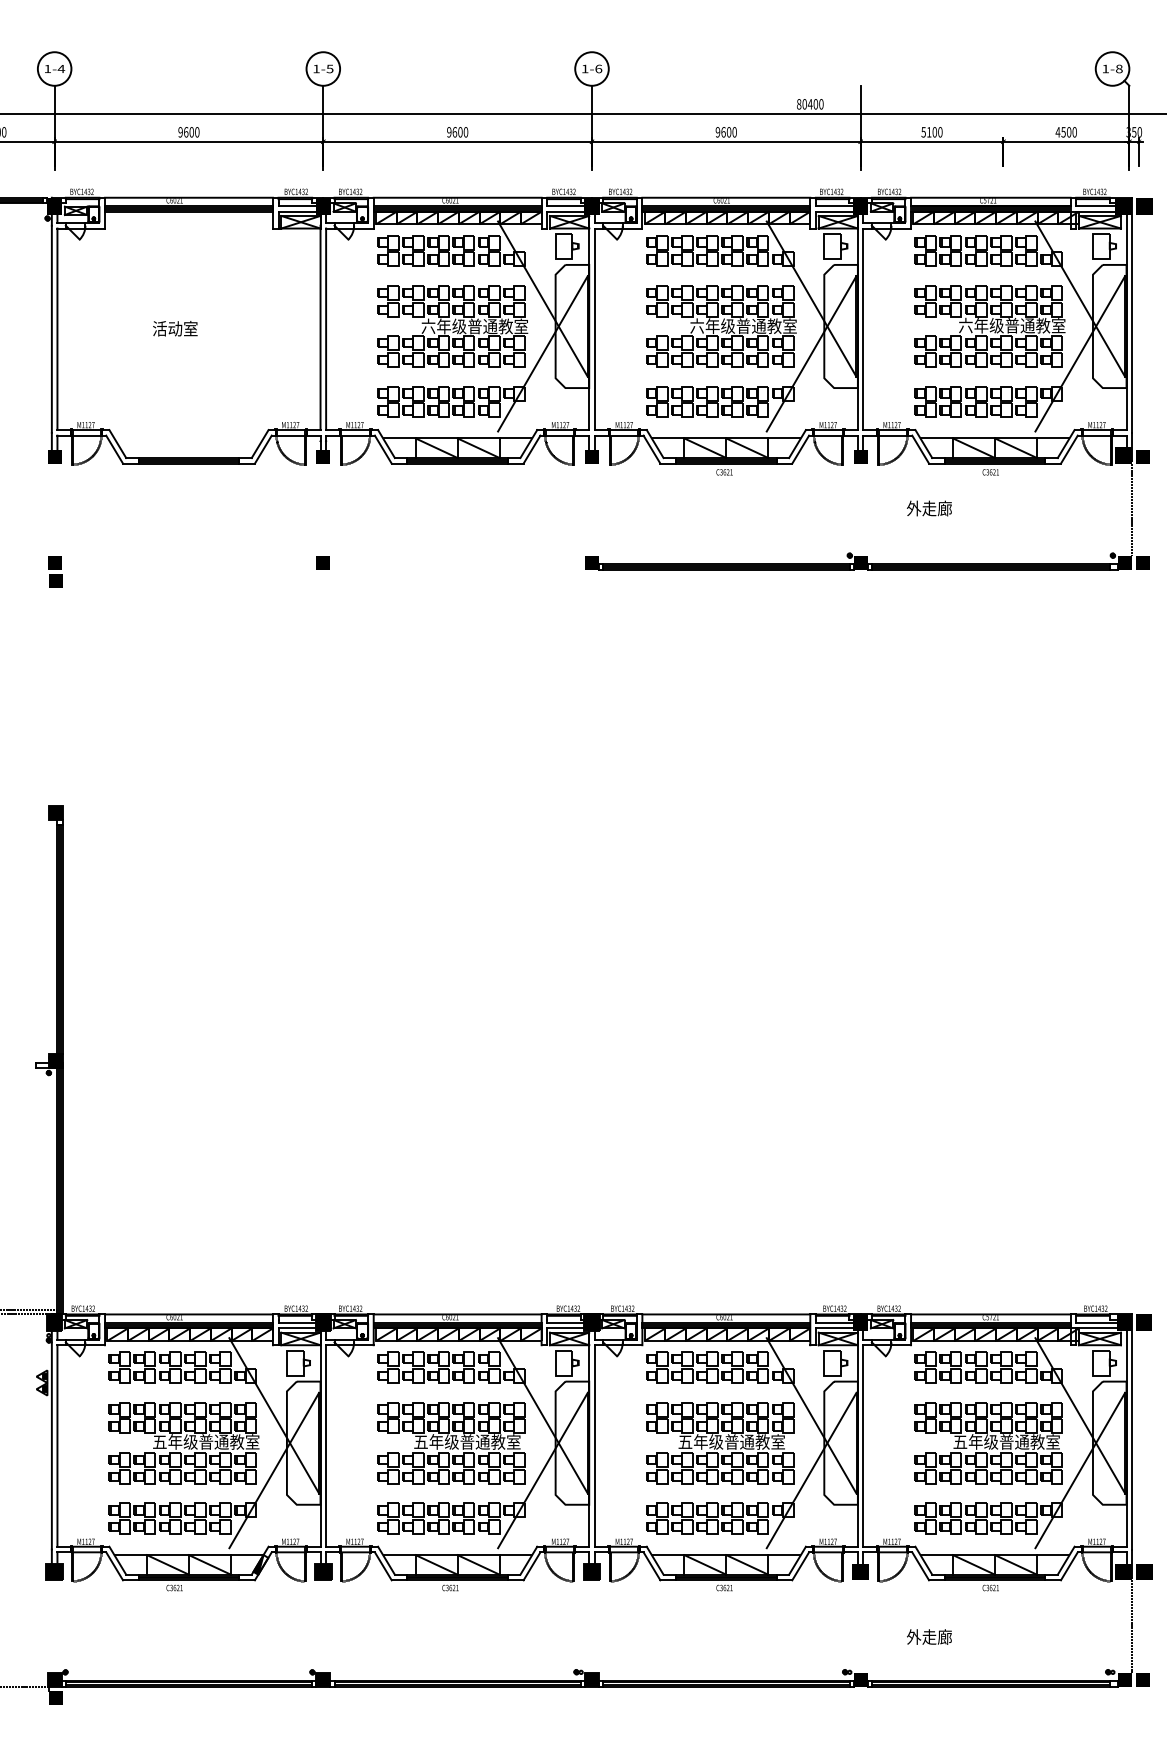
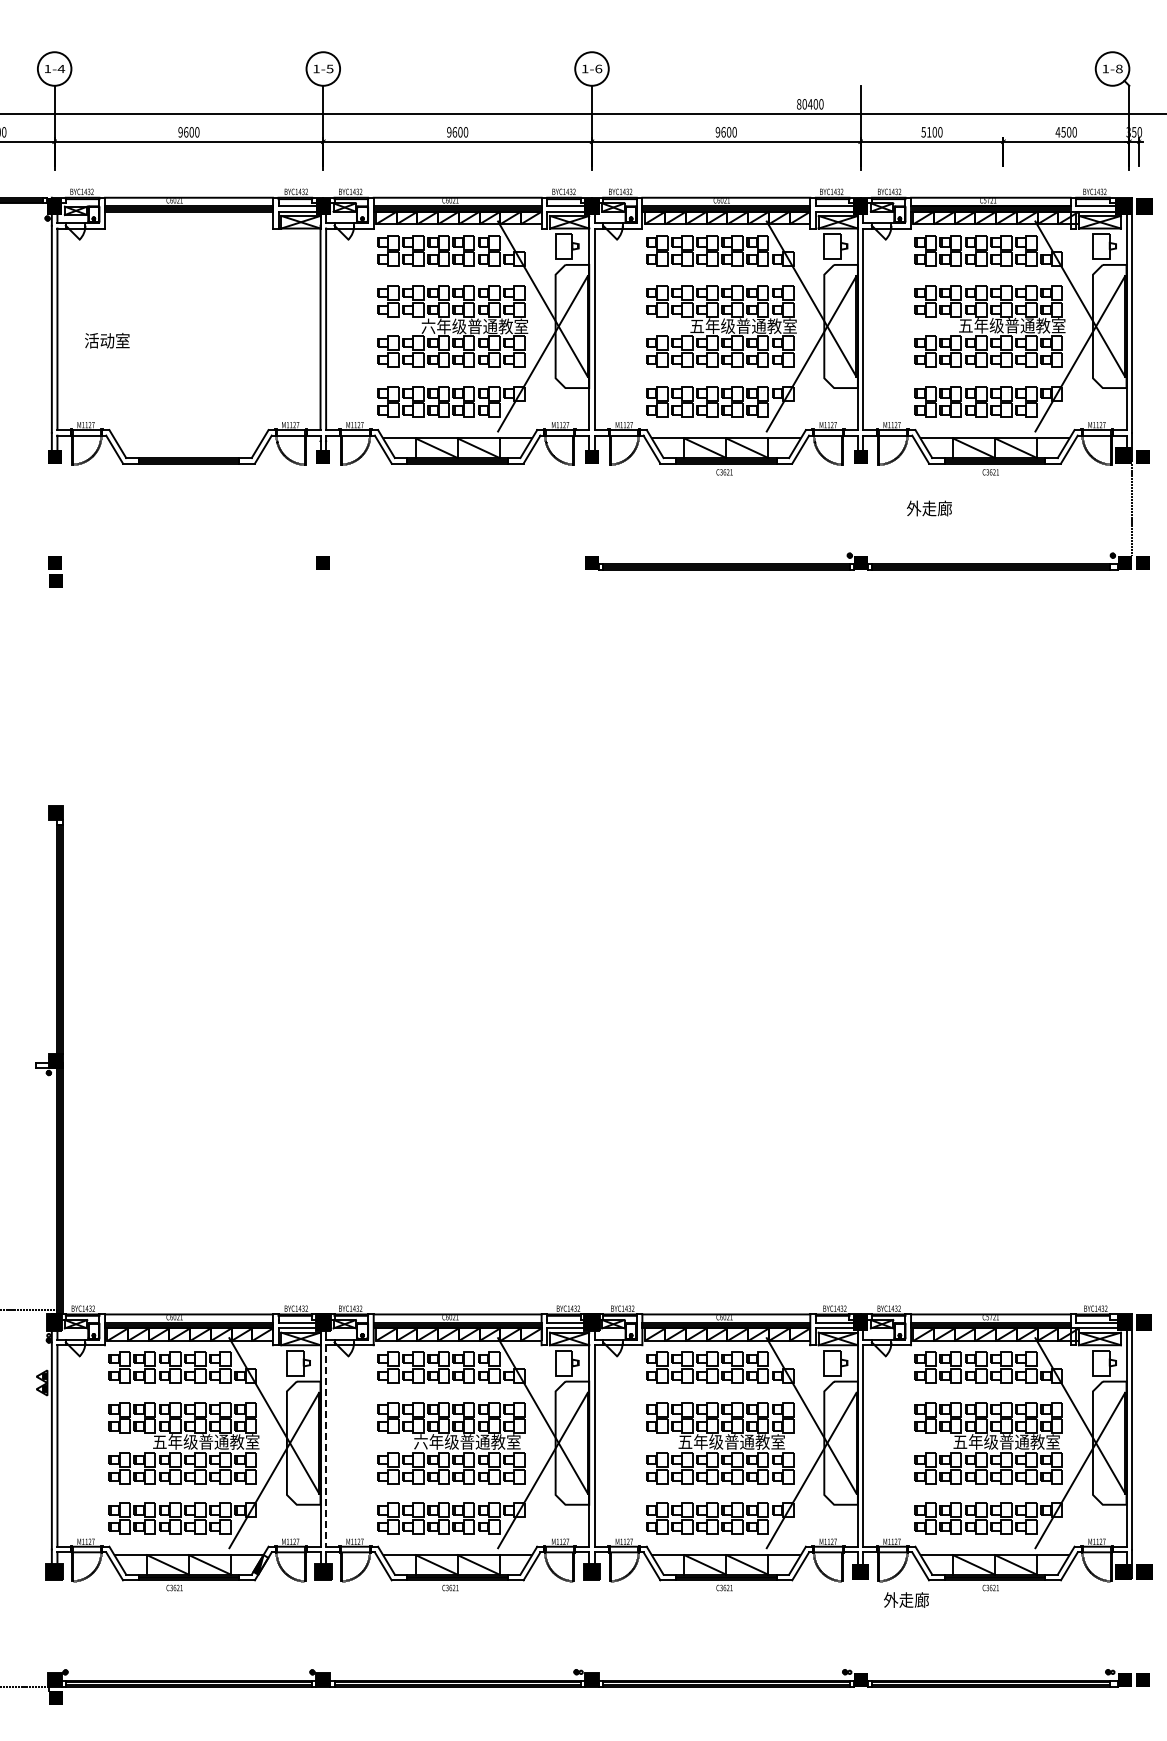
text at (697, 325): 六年级普通教室 -> 五年级普通教室
text at (965, 325): 六年级普通教室 -> 五年级普通教室
text at (175, 328) position: (175, 328) -> (107, 340)
line at (24, 1314): present -> none
text at (420, 1441): 五年级普通教室 -> 六年级普通教室
line at (326, 1445): solid -> dashed
line at (1132, 1626): present -> none
text at (929, 1636) position: (929, 1636) -> (906, 1599)
